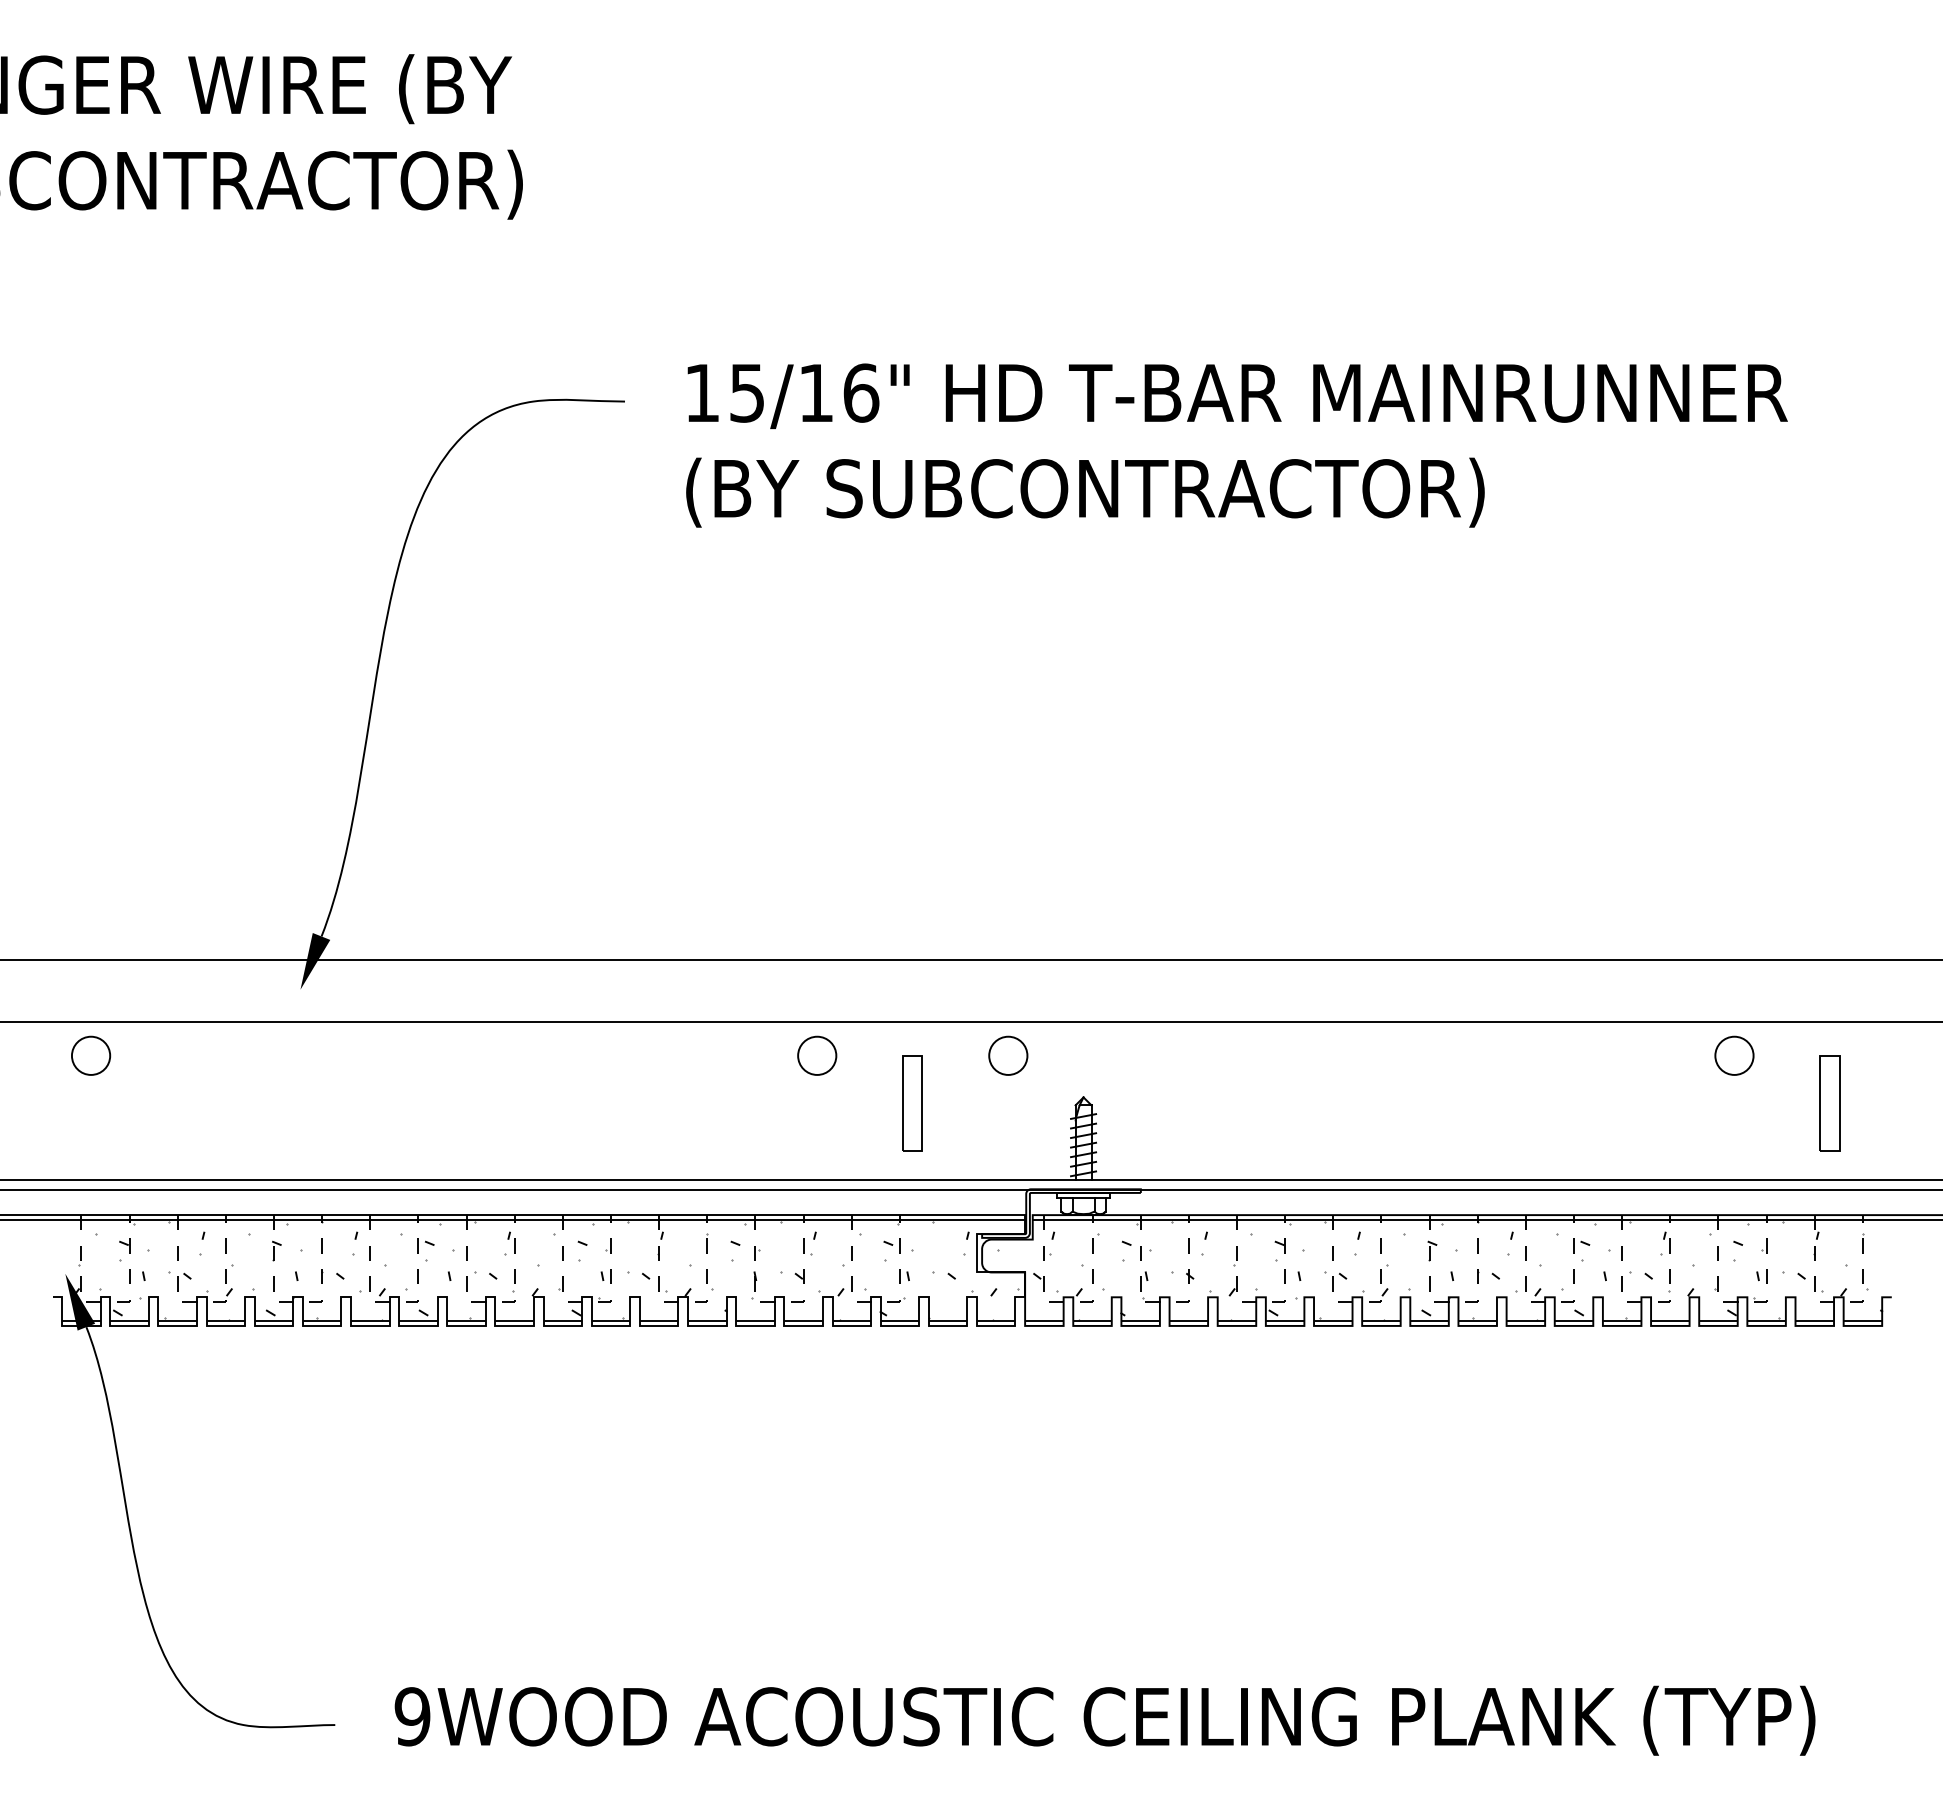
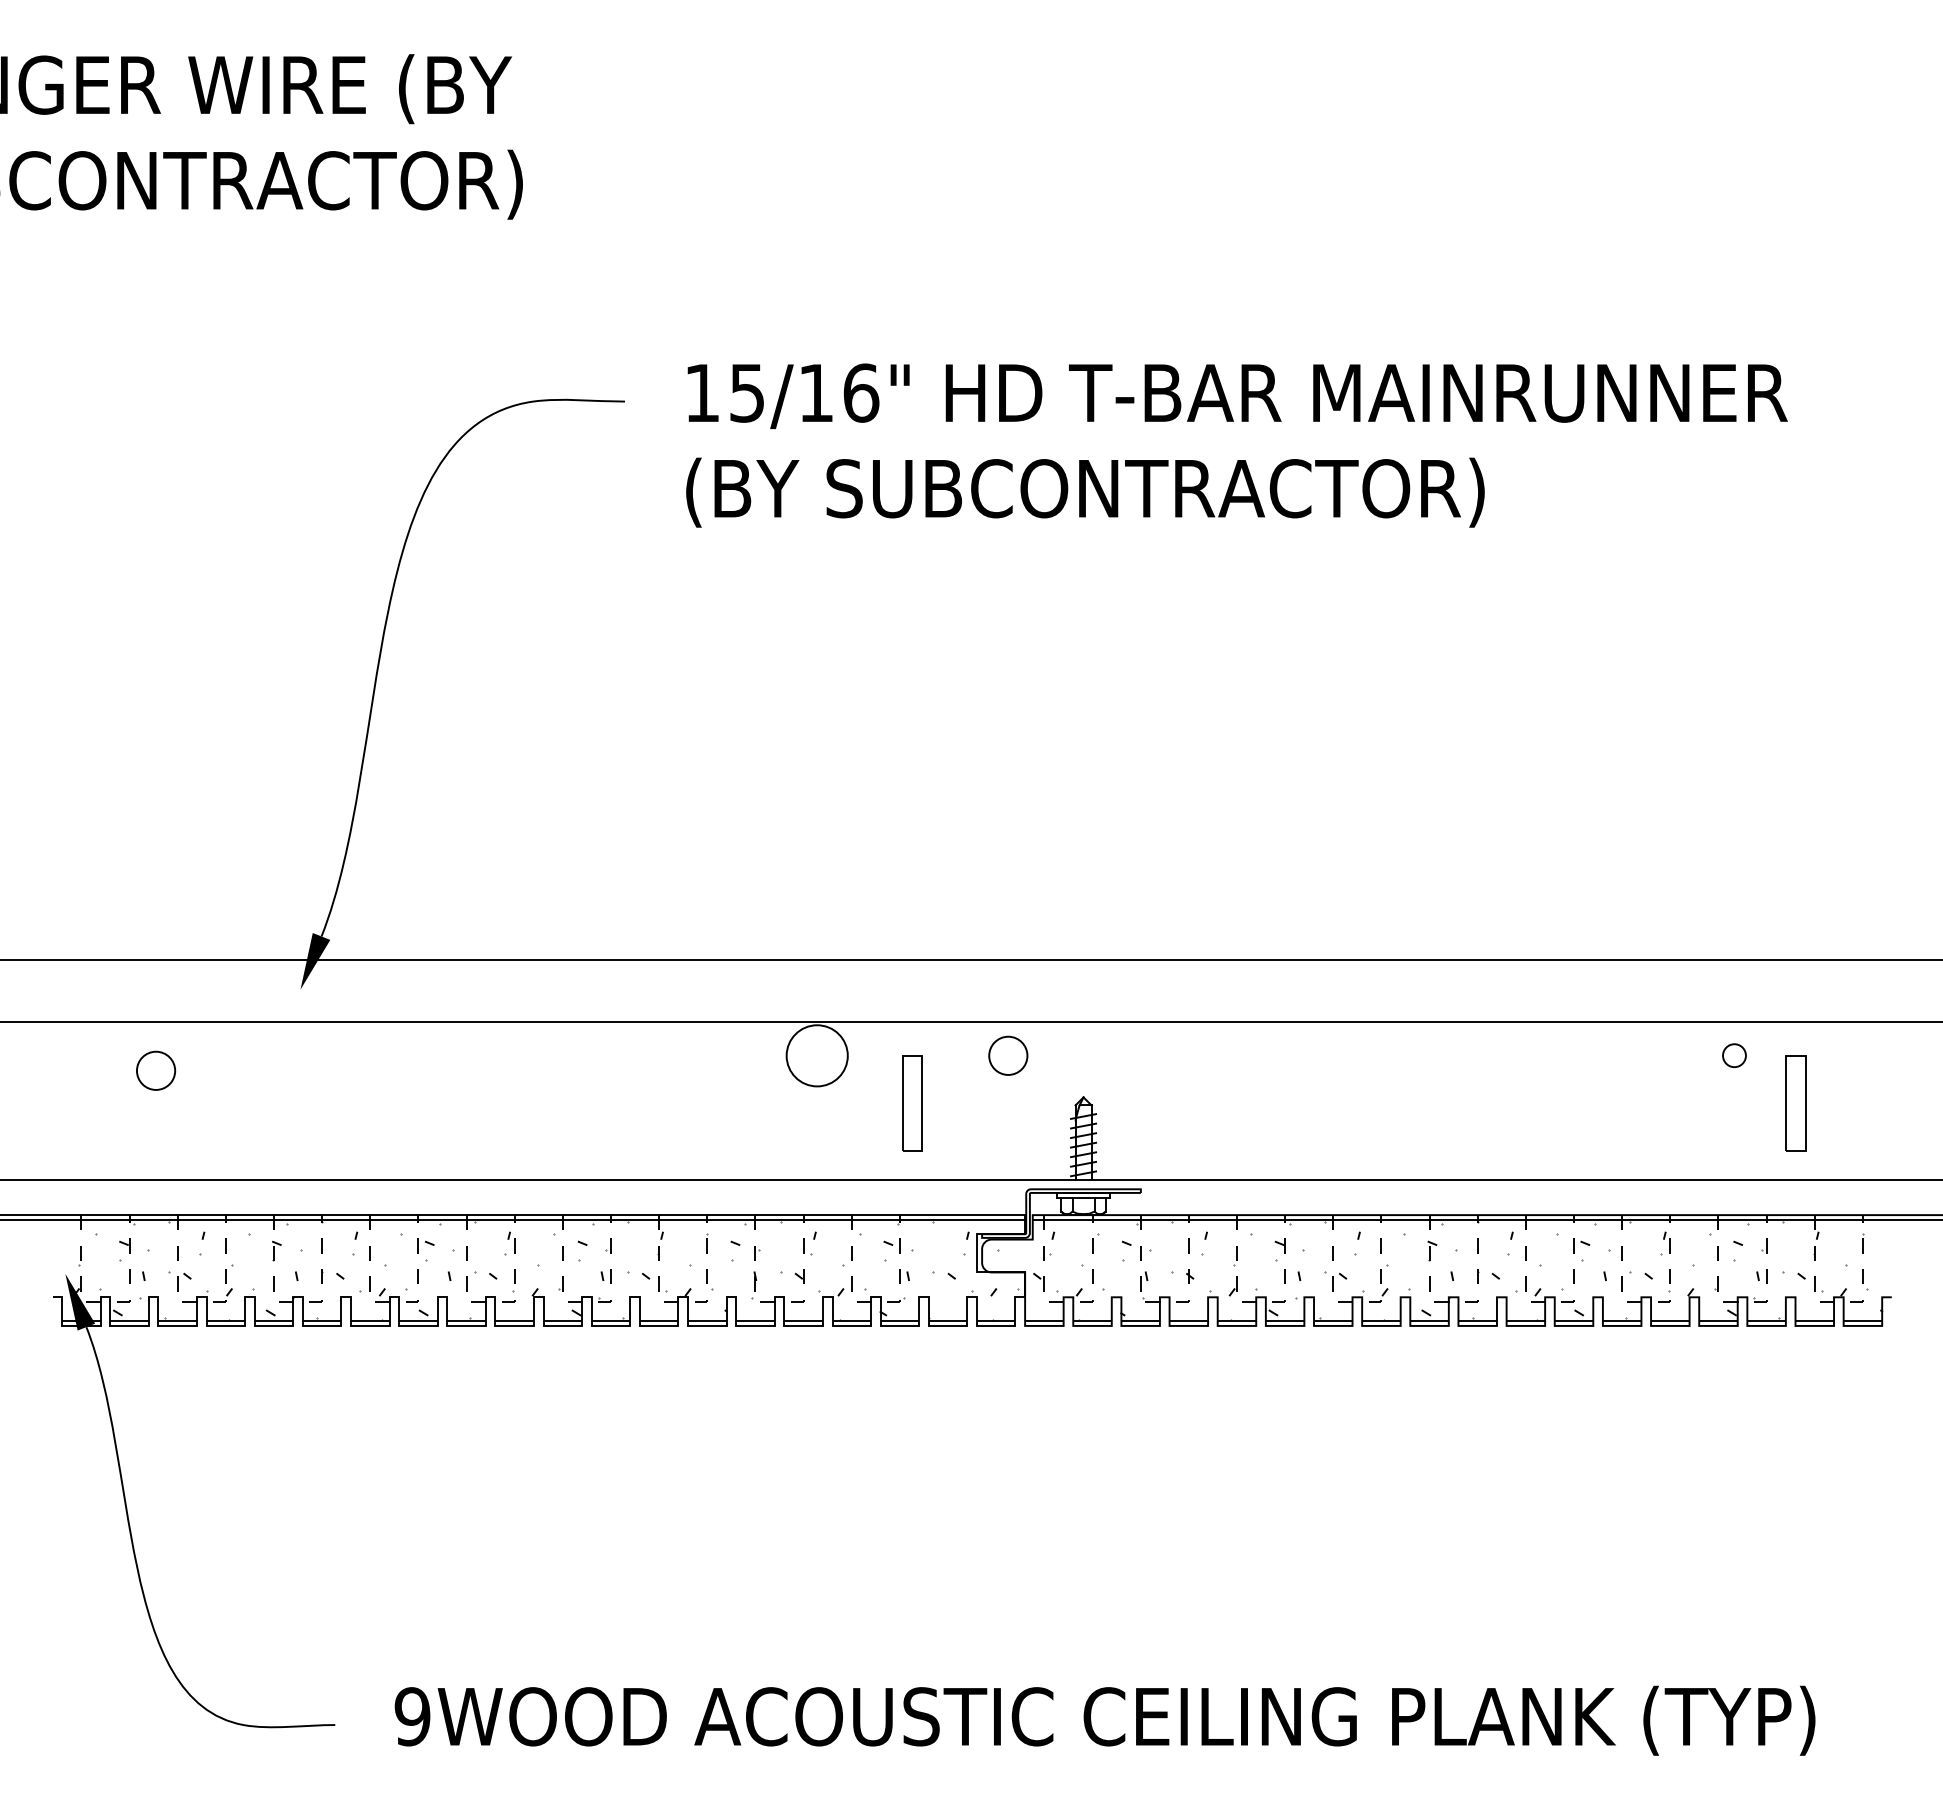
circle at (91, 1055) position: (91, 1055) -> (156, 1070)
circle at (817, 1055) diameter: 38 px -> 61 px
circle at (1734, 1055) size: 41x41 px -> 25x26 px
part at (1829, 1103) position: (1829, 1103) -> (1795, 1103)
line at (970, 1189): present -> none
